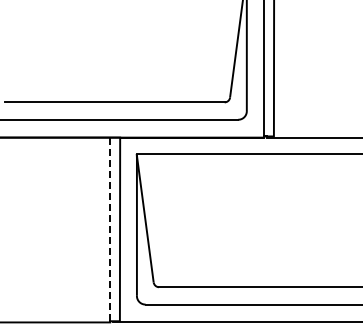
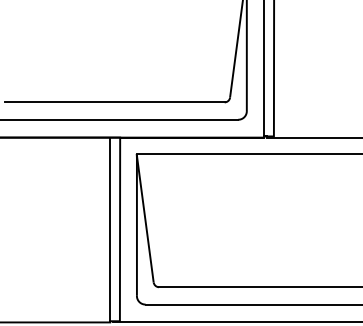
line at (110, 229): dashed -> solid
